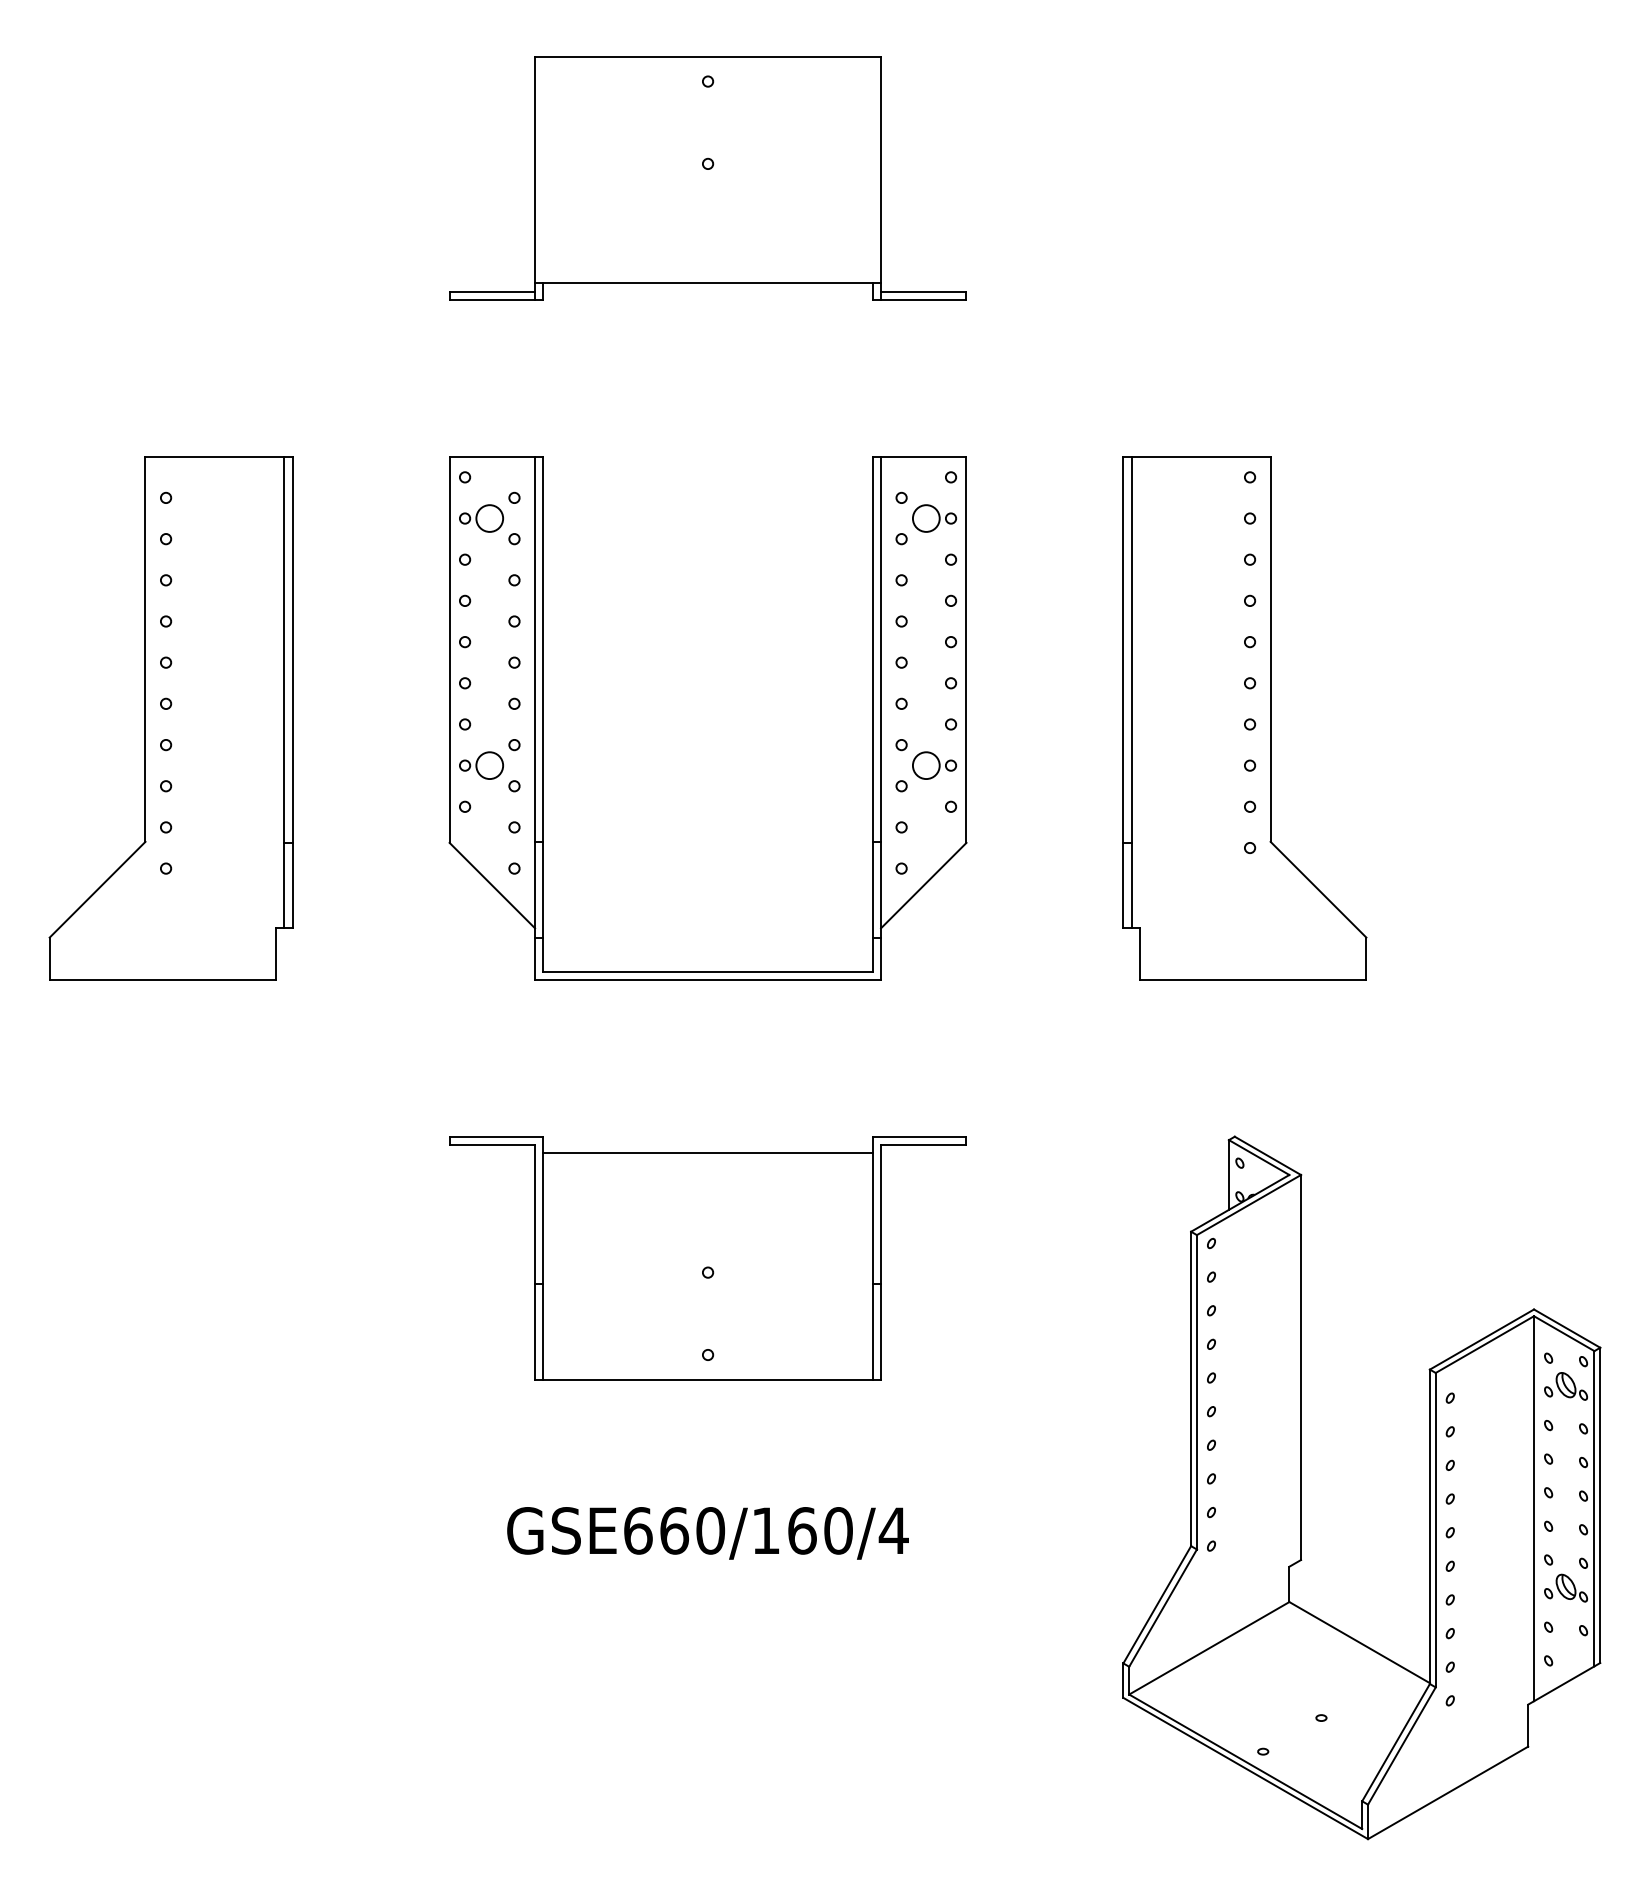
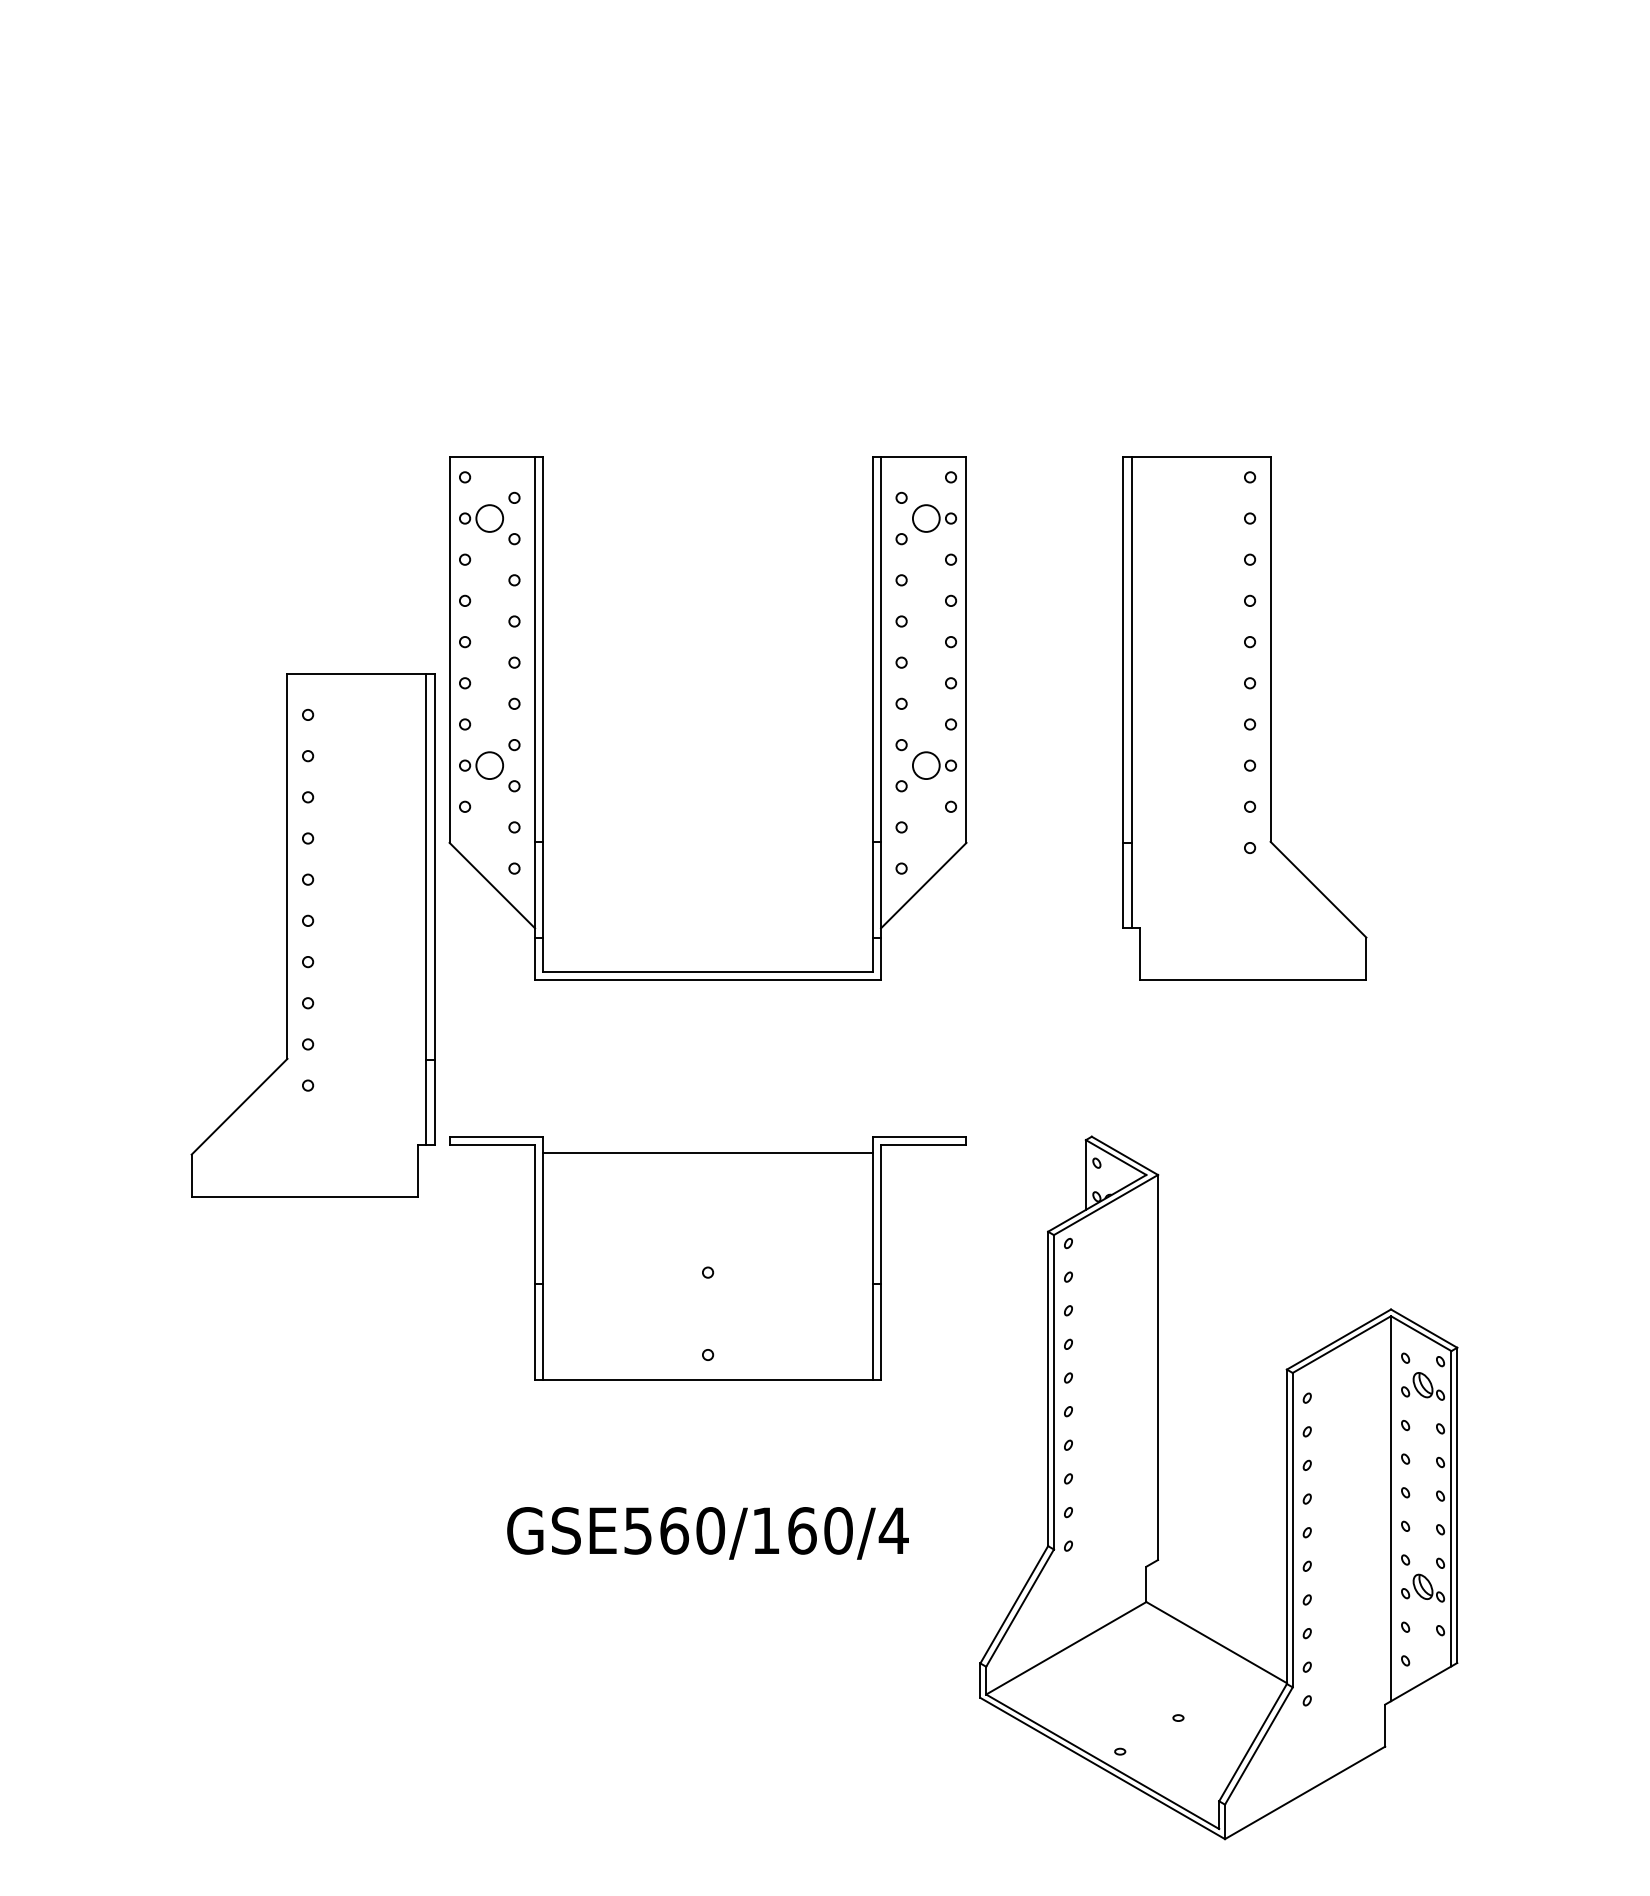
part at (707, 178): present -> none
part at (170, 718) position: (170, 718) -> (312, 935)
part at (1301, 1487) position: (1301, 1487) -> (1158, 1487)
text at (638, 1530): GSE660/160/4 -> GSE560/160/4
